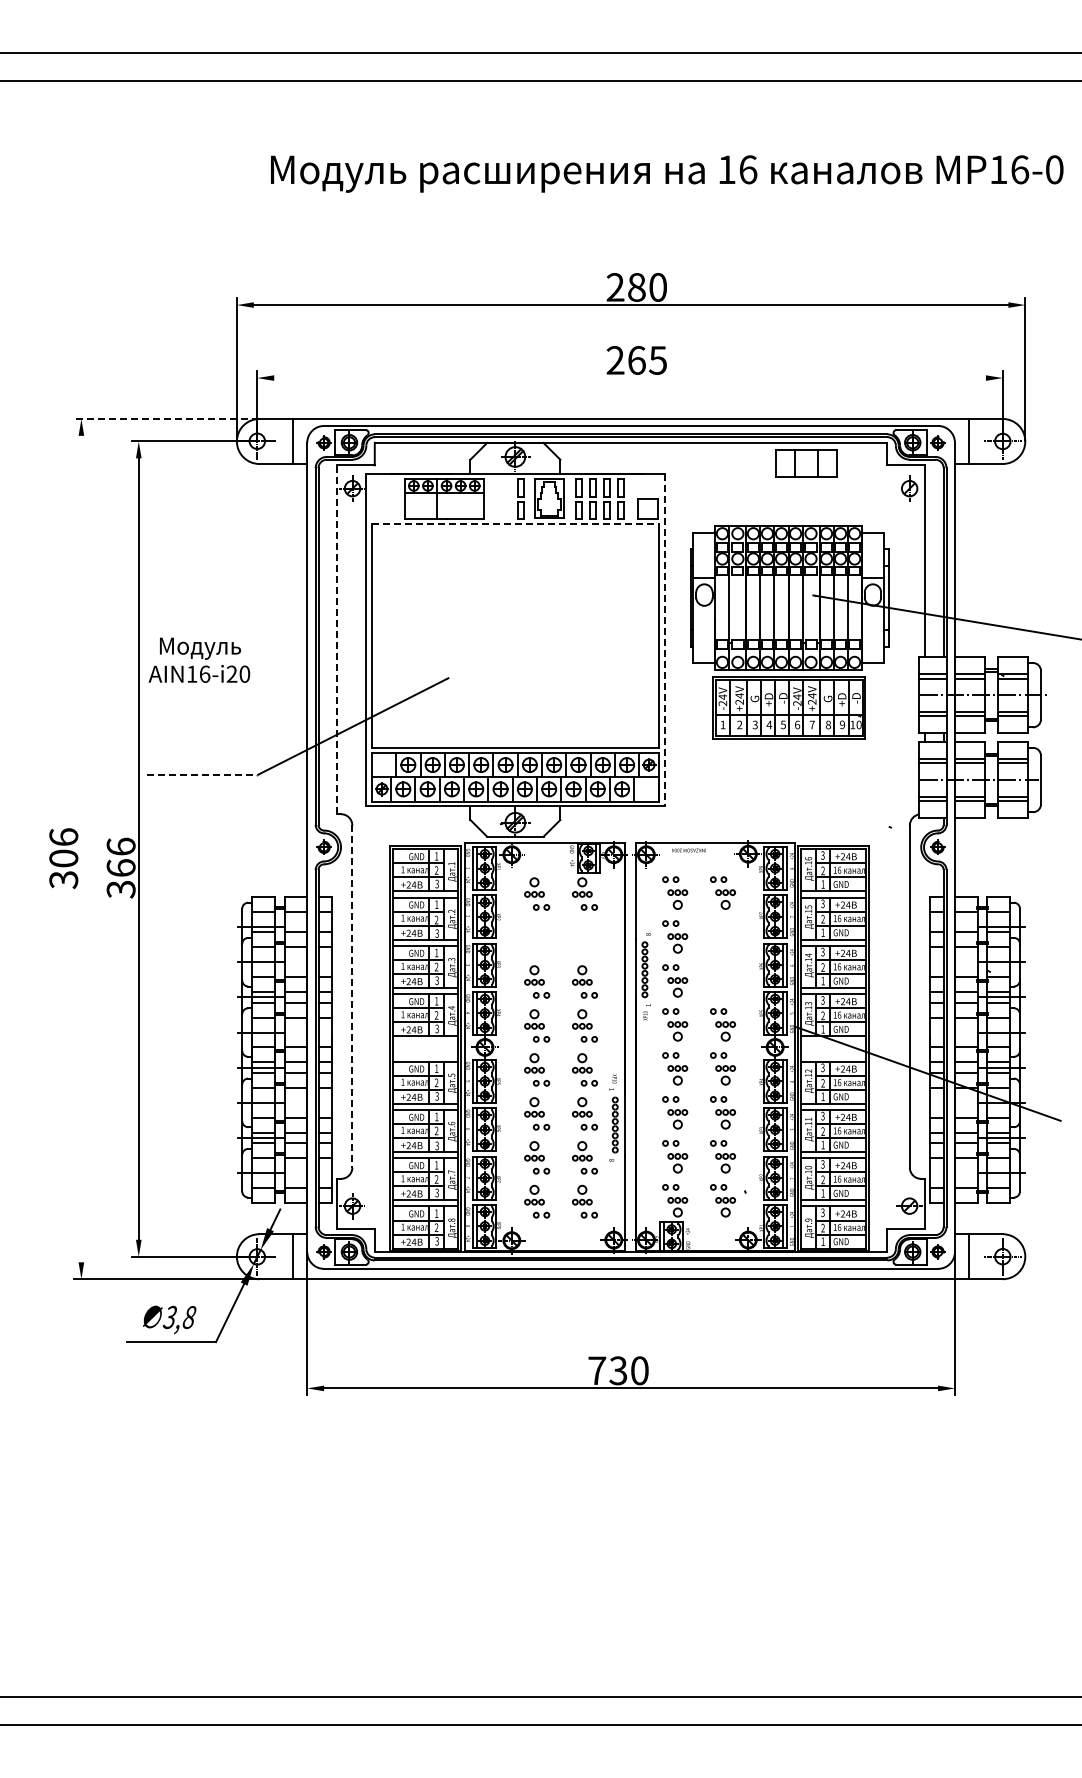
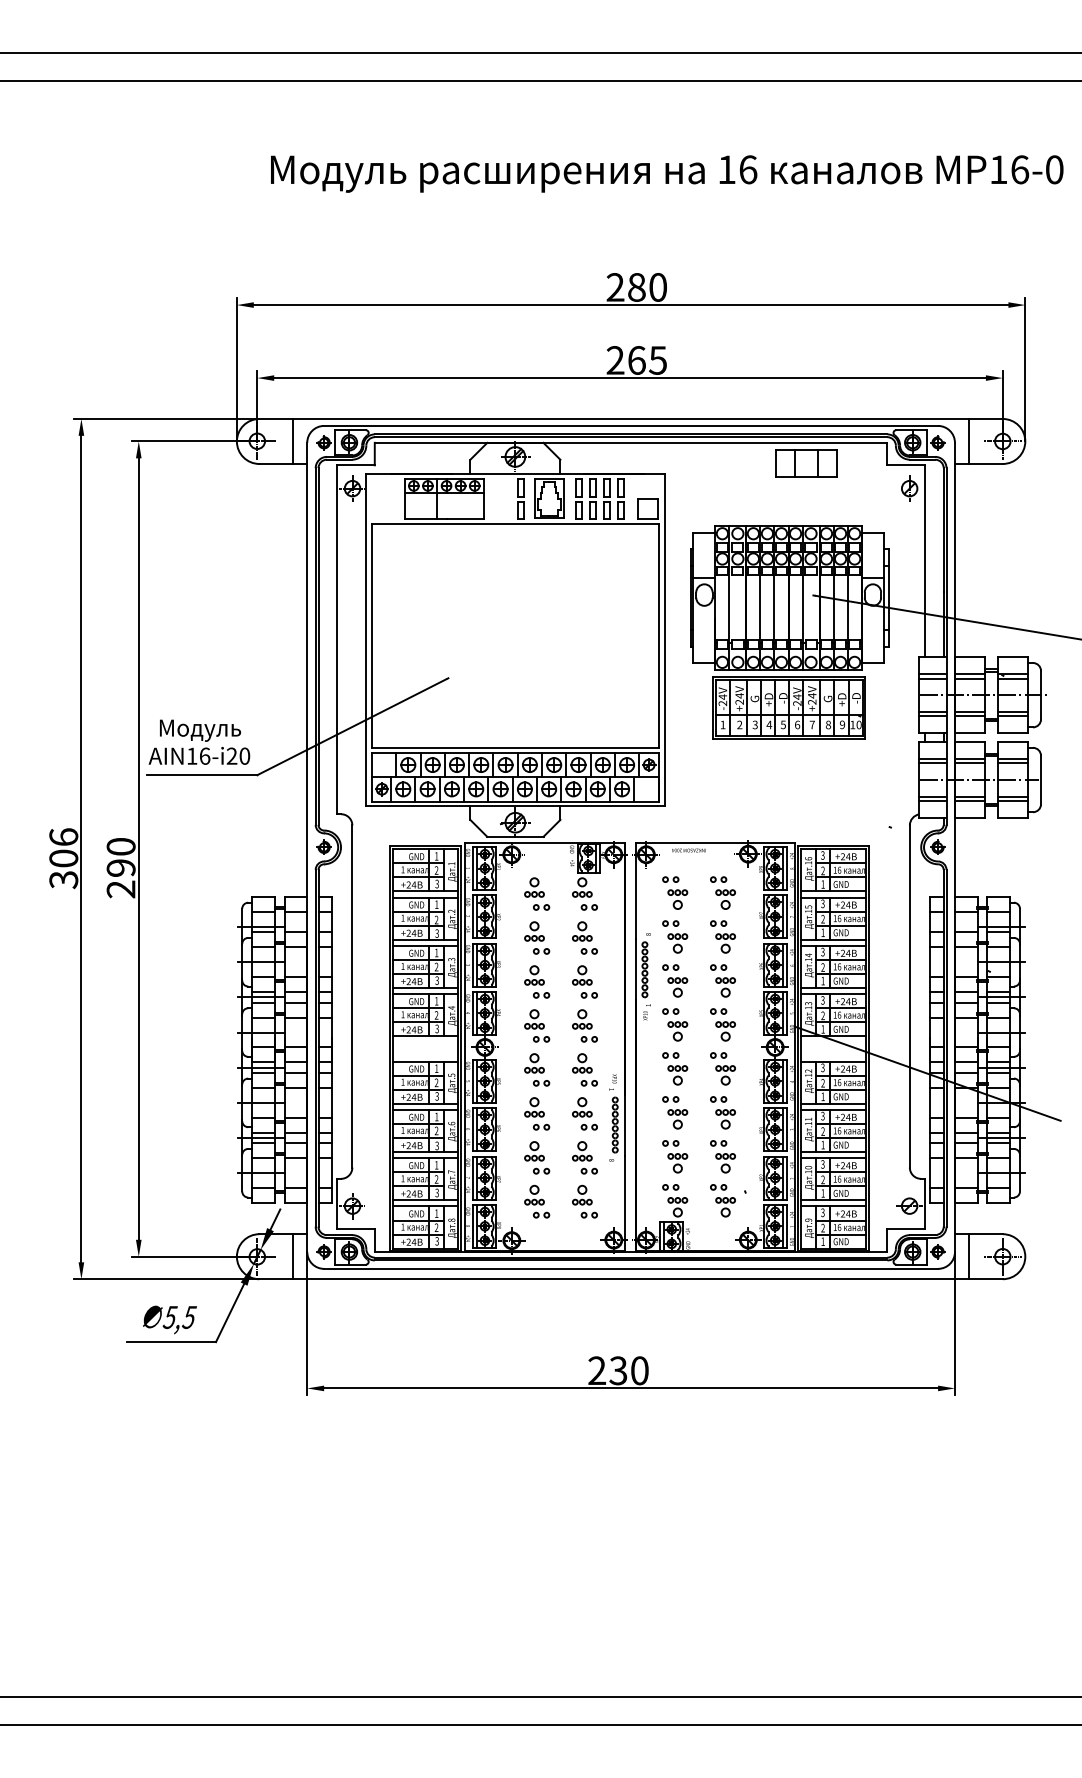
line at (629, 378): none -> present
line at (166, 418): dashed -> solid
line at (515, 524): dashed -> solid
line at (336, 639): dashed -> solid
line at (664, 640): dashed -> solid
text at (199, 659) position: (199, 659) -> (199, 741)
line at (202, 775): dashed -> solid
line at (81, 848): none -> present
text at (120, 867): 366 -> 290
part at (722, 936): none -> present
part at (537, 937): none -> present
part at (584, 937): none -> present
part at (722, 980): none -> present
line at (352, 997): dashed -> solid
text at (180, 1316): 3,8 -> 5,5
text at (597, 1370): 730 -> 230
